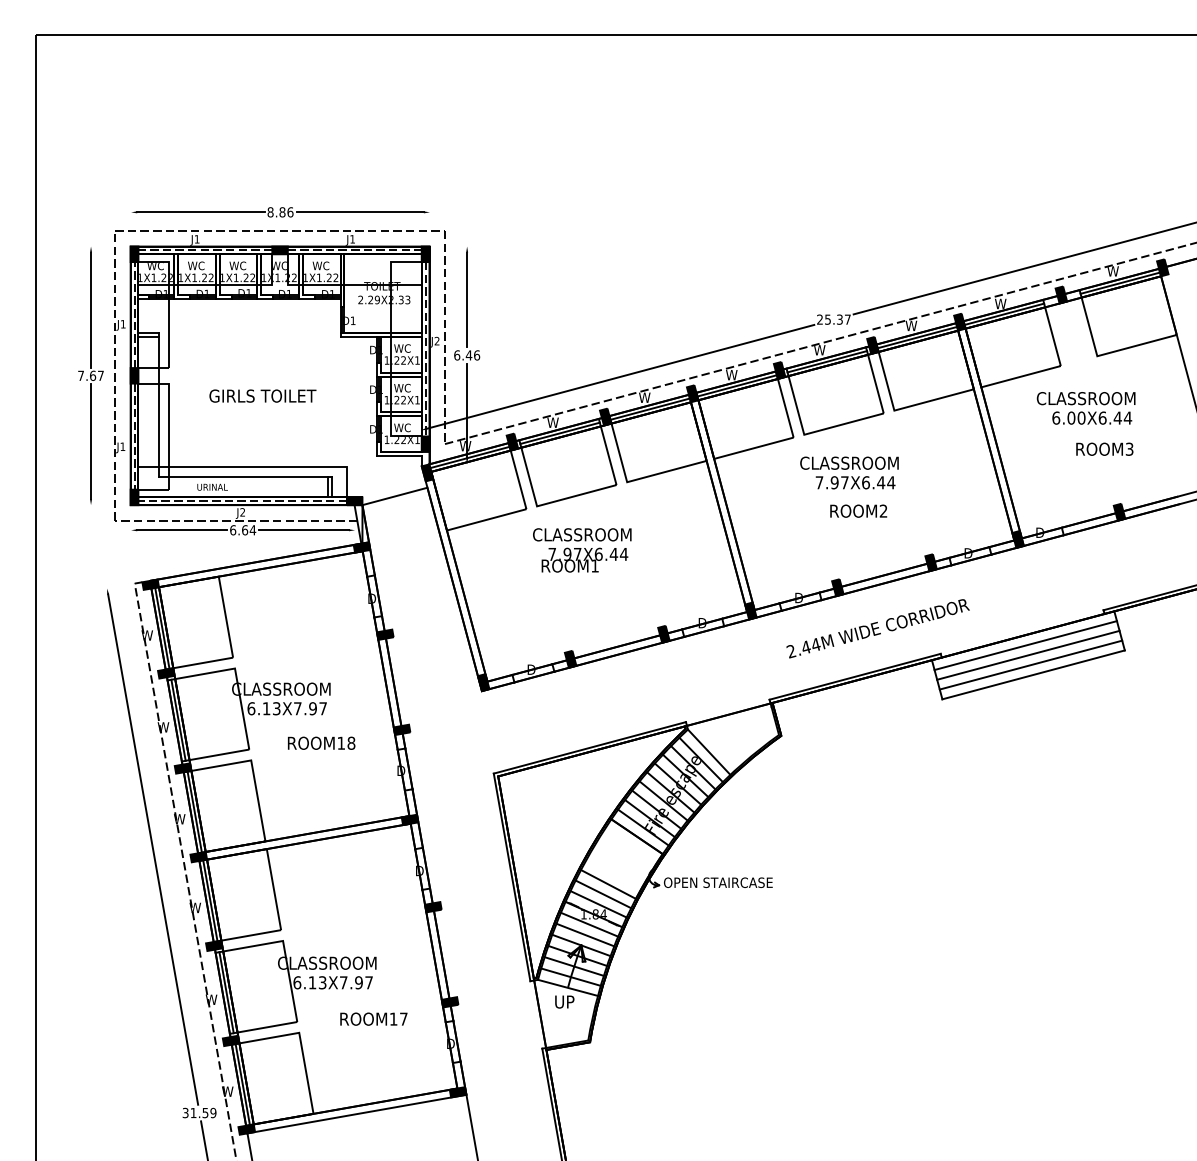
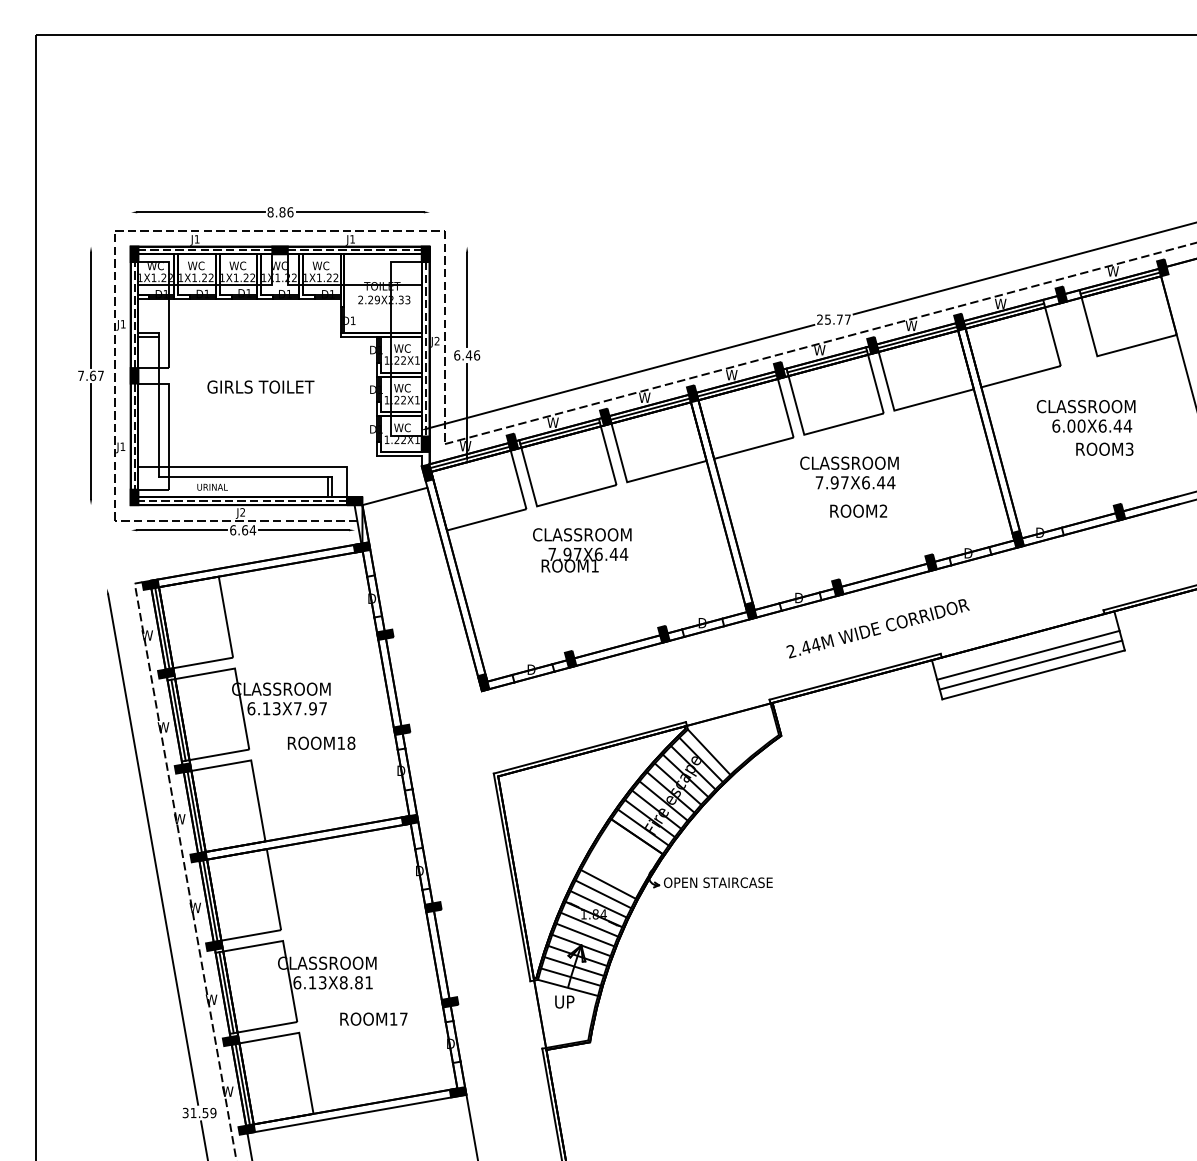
text at (839, 319): 25.37 -> 25.77
text at (262, 395) position: (262, 395) -> (260, 386)
text at (1085, 408) position: (1085, 408) -> (1085, 416)
line at (1025, 645): present -> none
text at (355, 982): 6.13X7.97 -> 6.13X8.81
